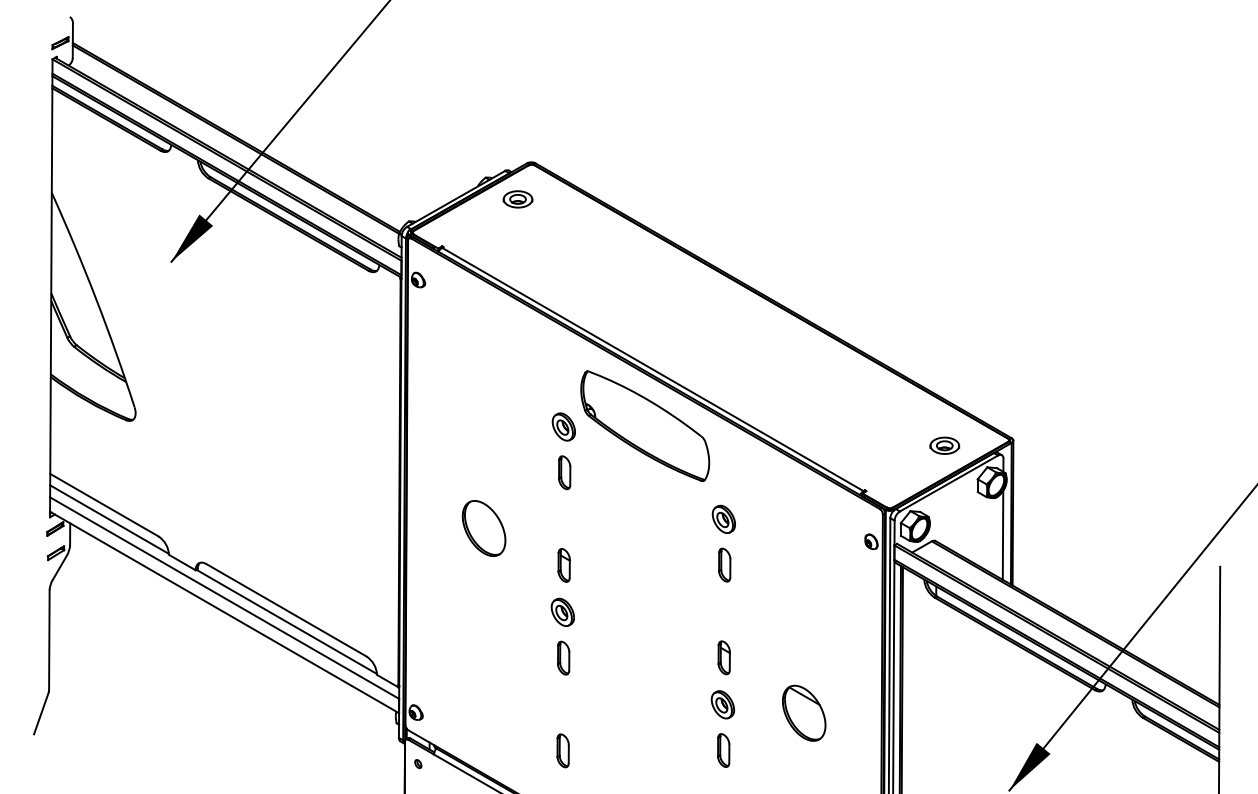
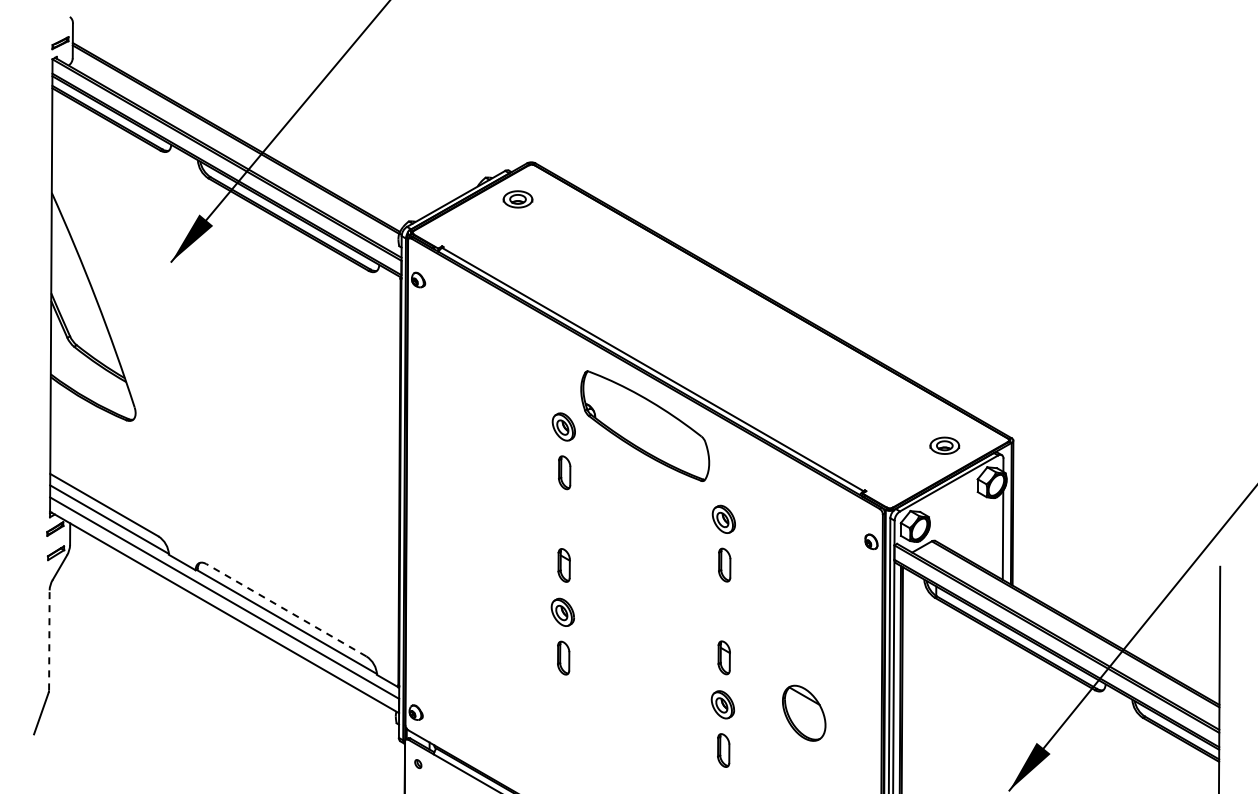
part at (483, 528): present -> none
line at (285, 609): solid -> dashed
line at (49, 639): solid -> dashed
part at (562, 750): present -> none
